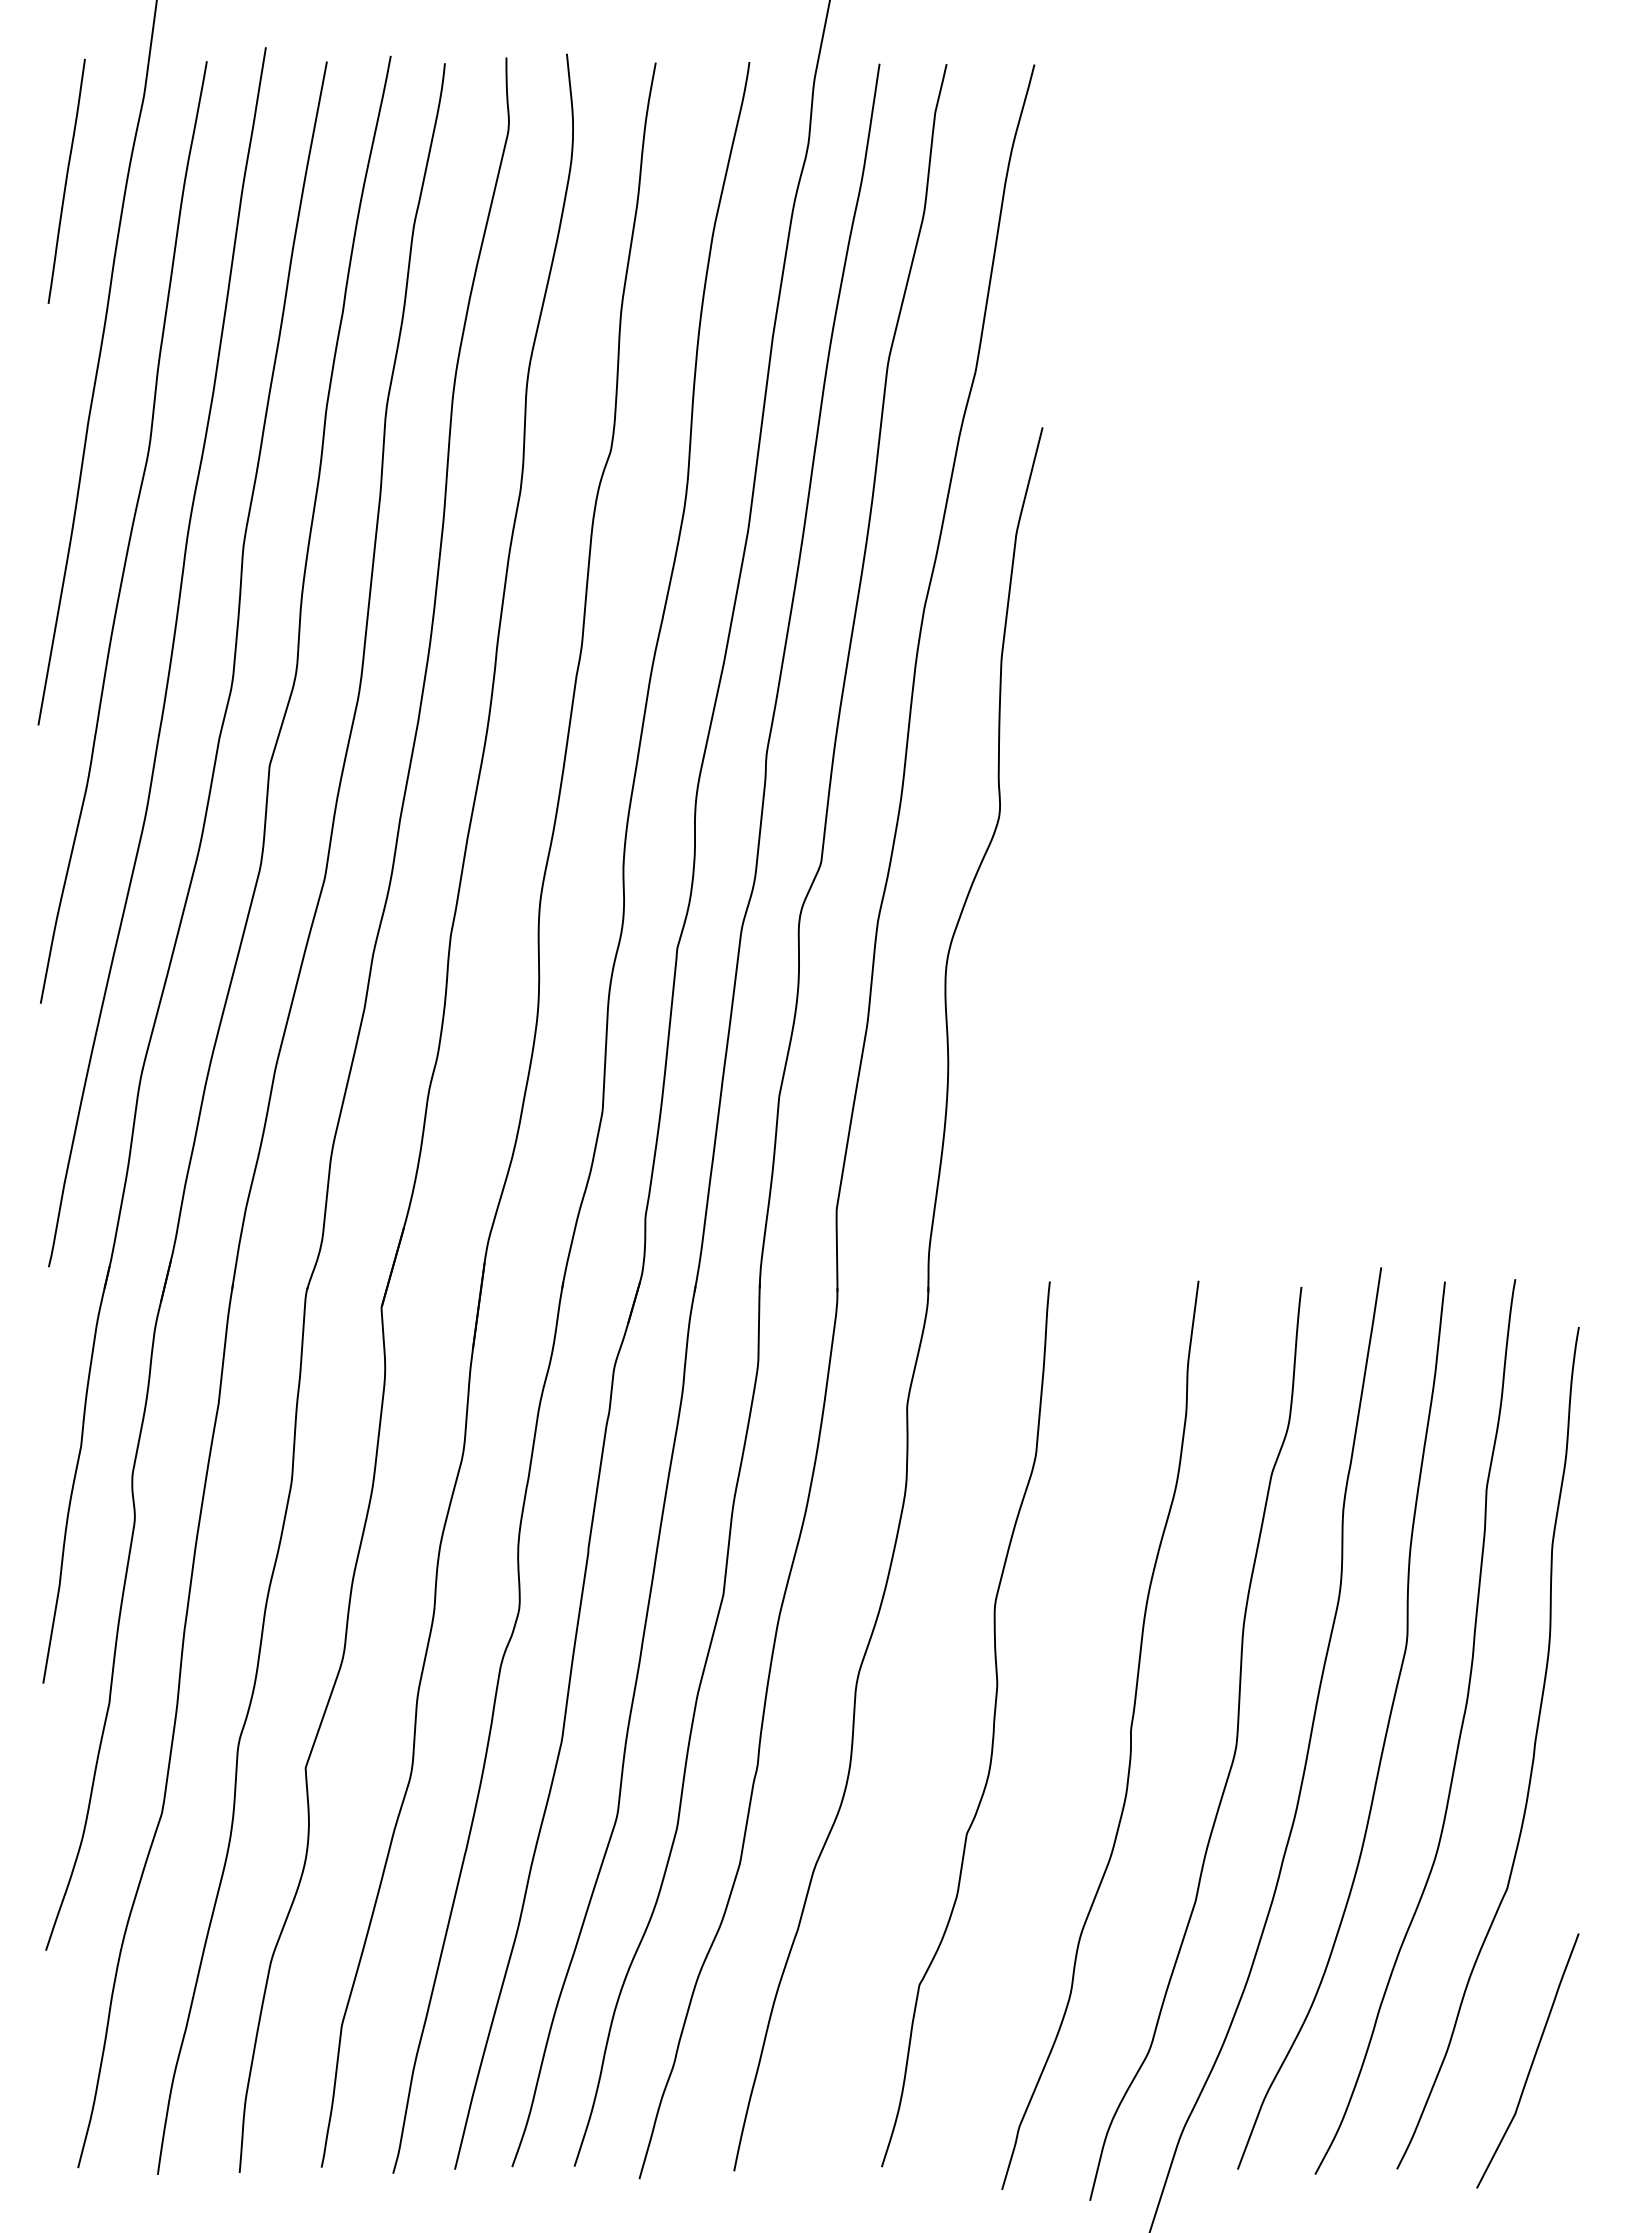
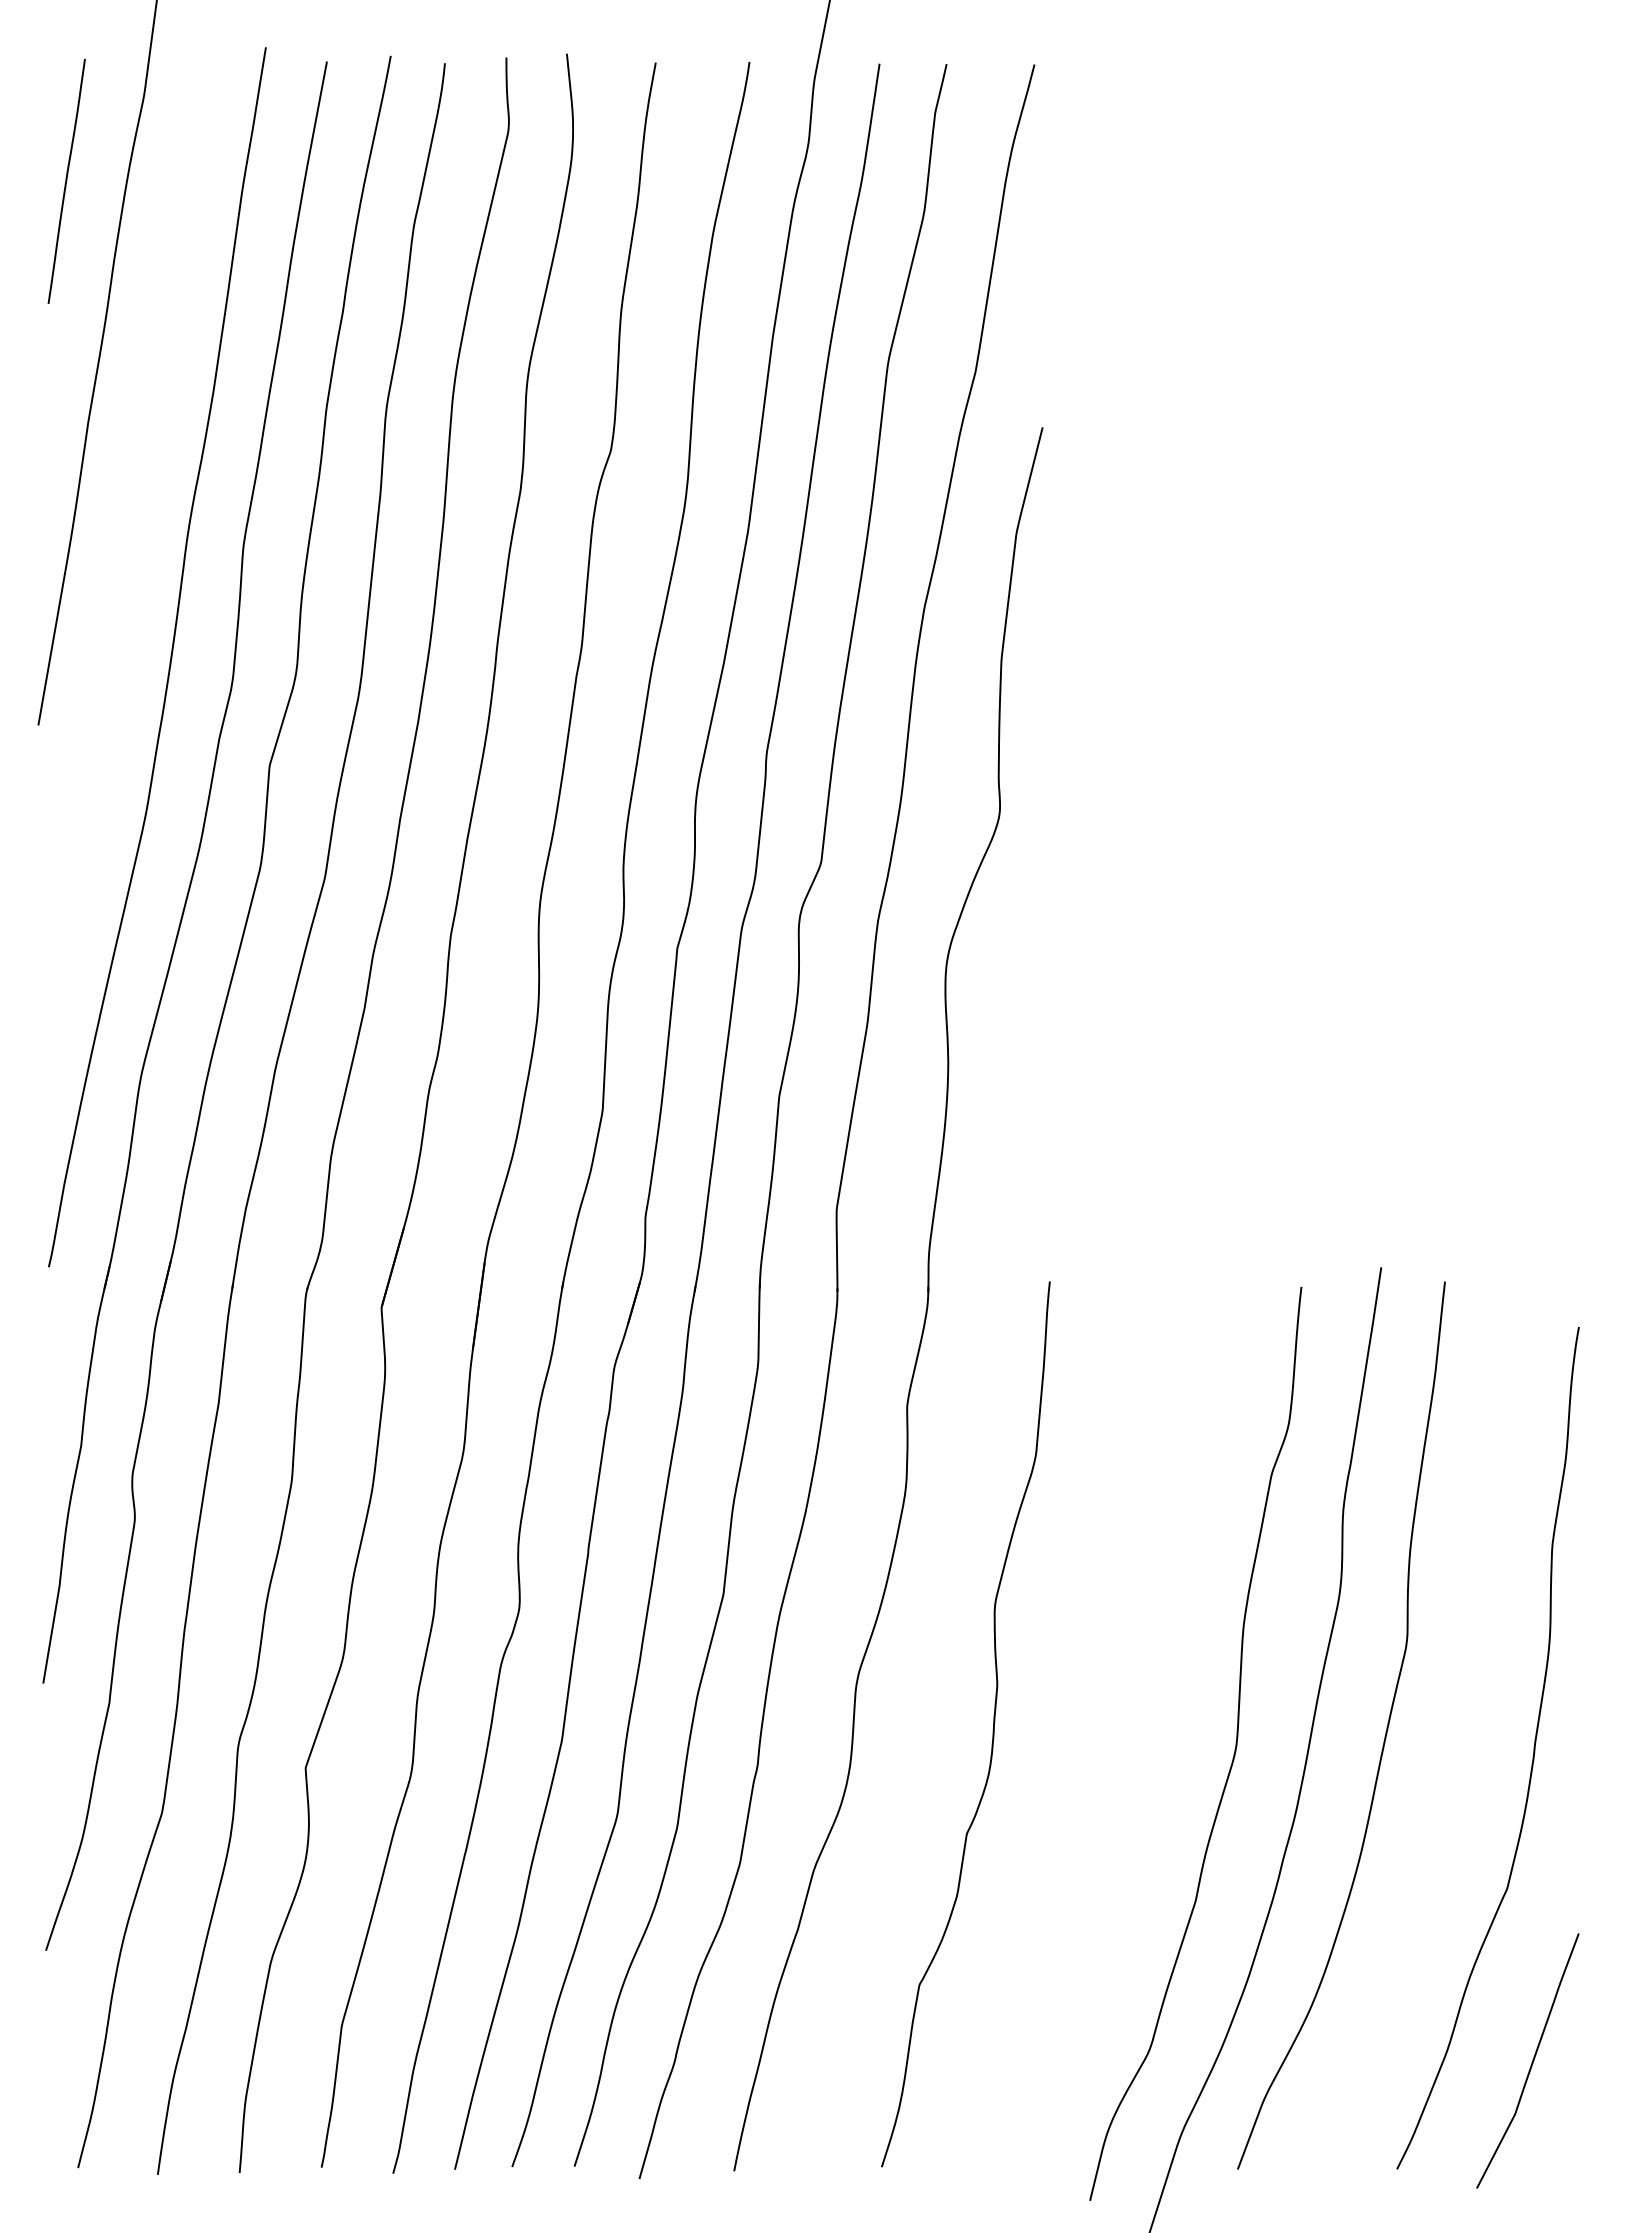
curve at (129, 535): present -> none
curve at (1130, 1734): present -> none
curve at (1458, 1737): present -> none
